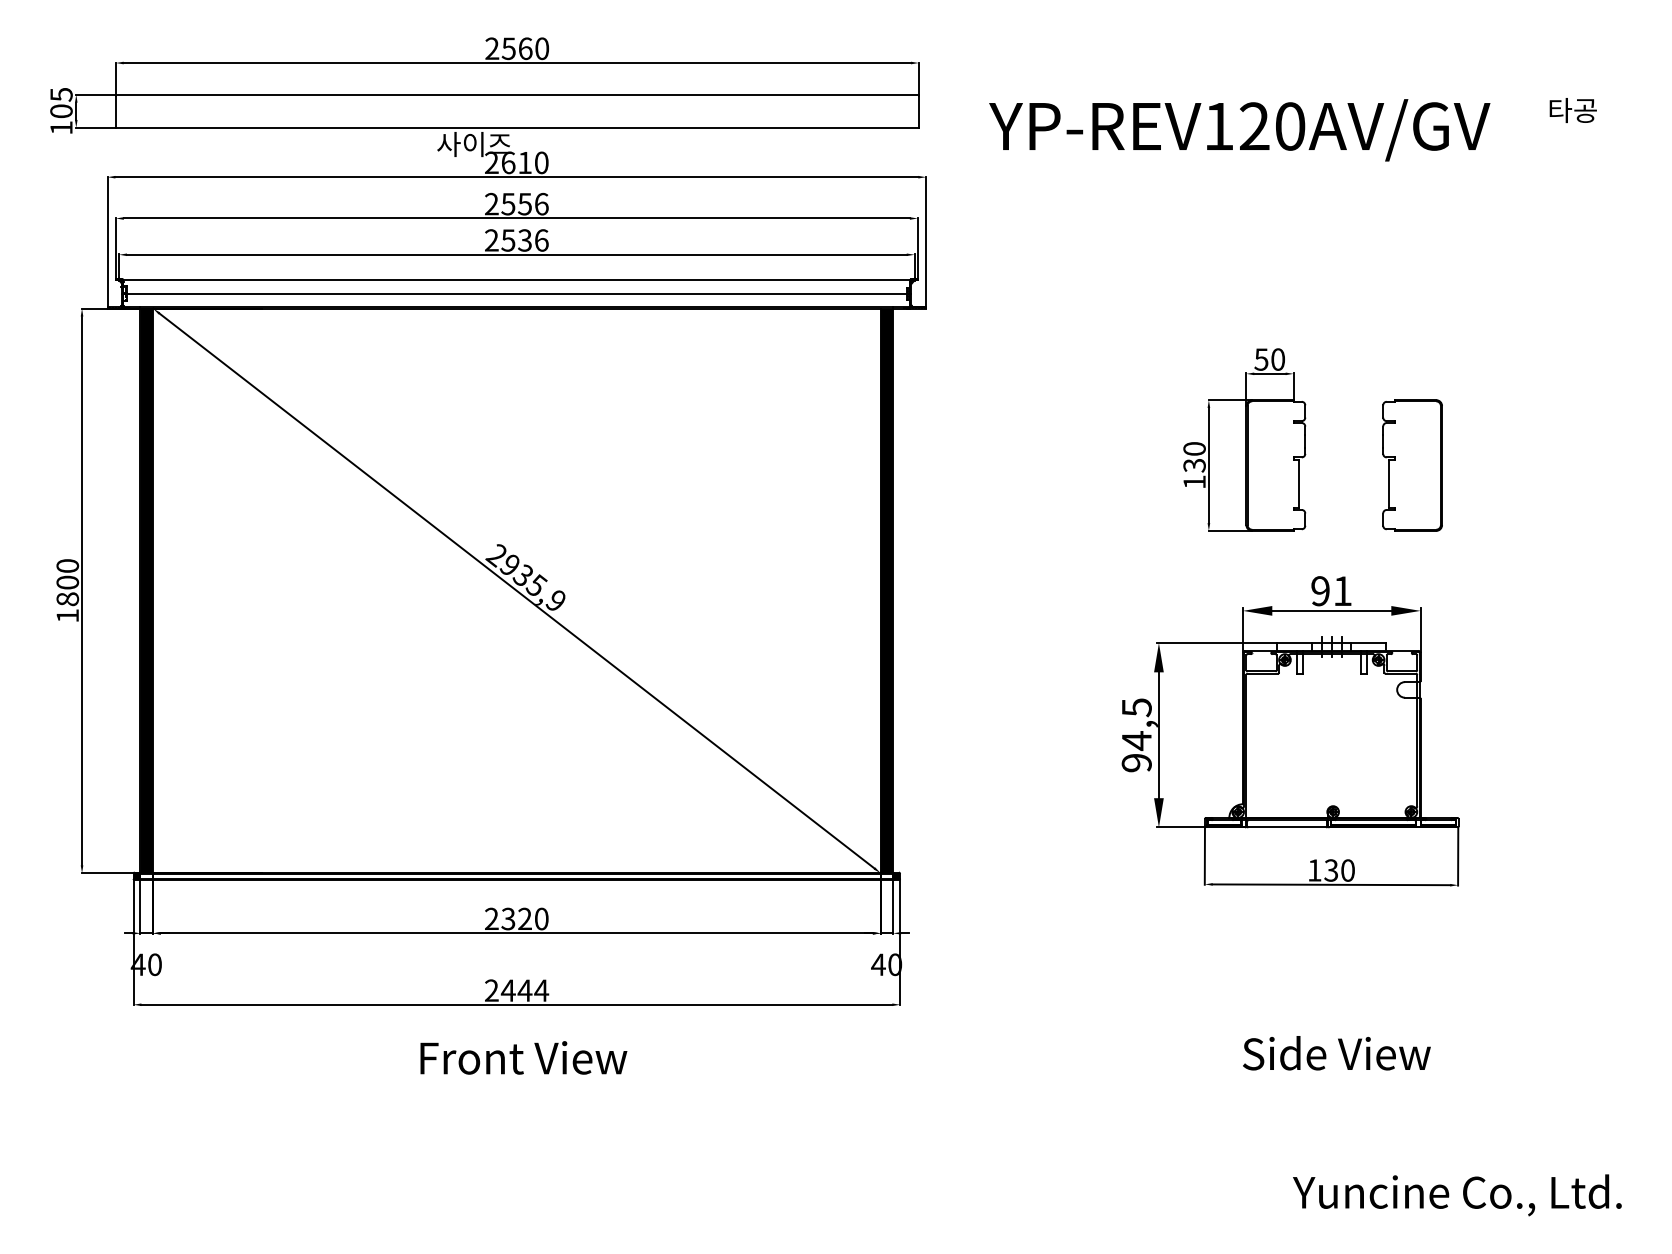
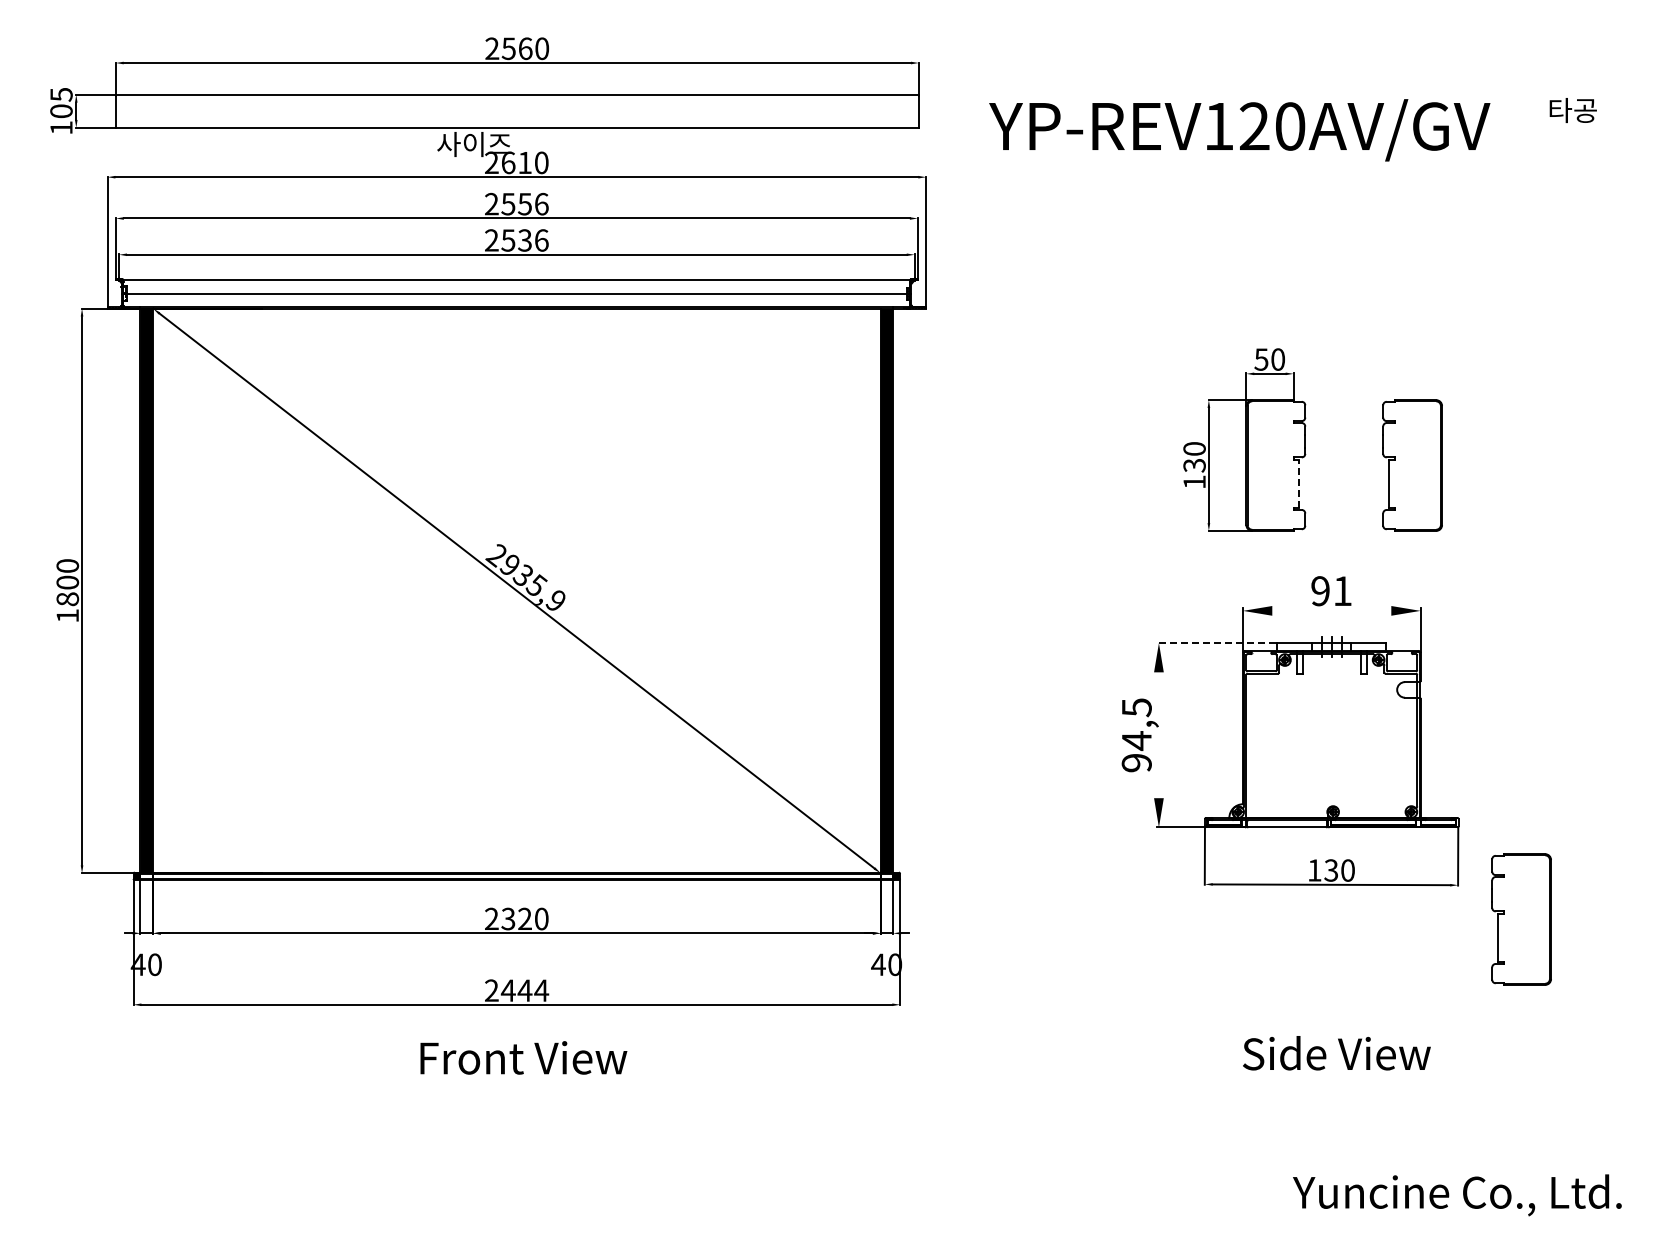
line at (1299, 483): solid -> dashed
line at (1331, 610): present -> none
line at (1216, 643): solid -> dashed
line at (1158, 735): present -> none
part at (1521, 919): none -> present
